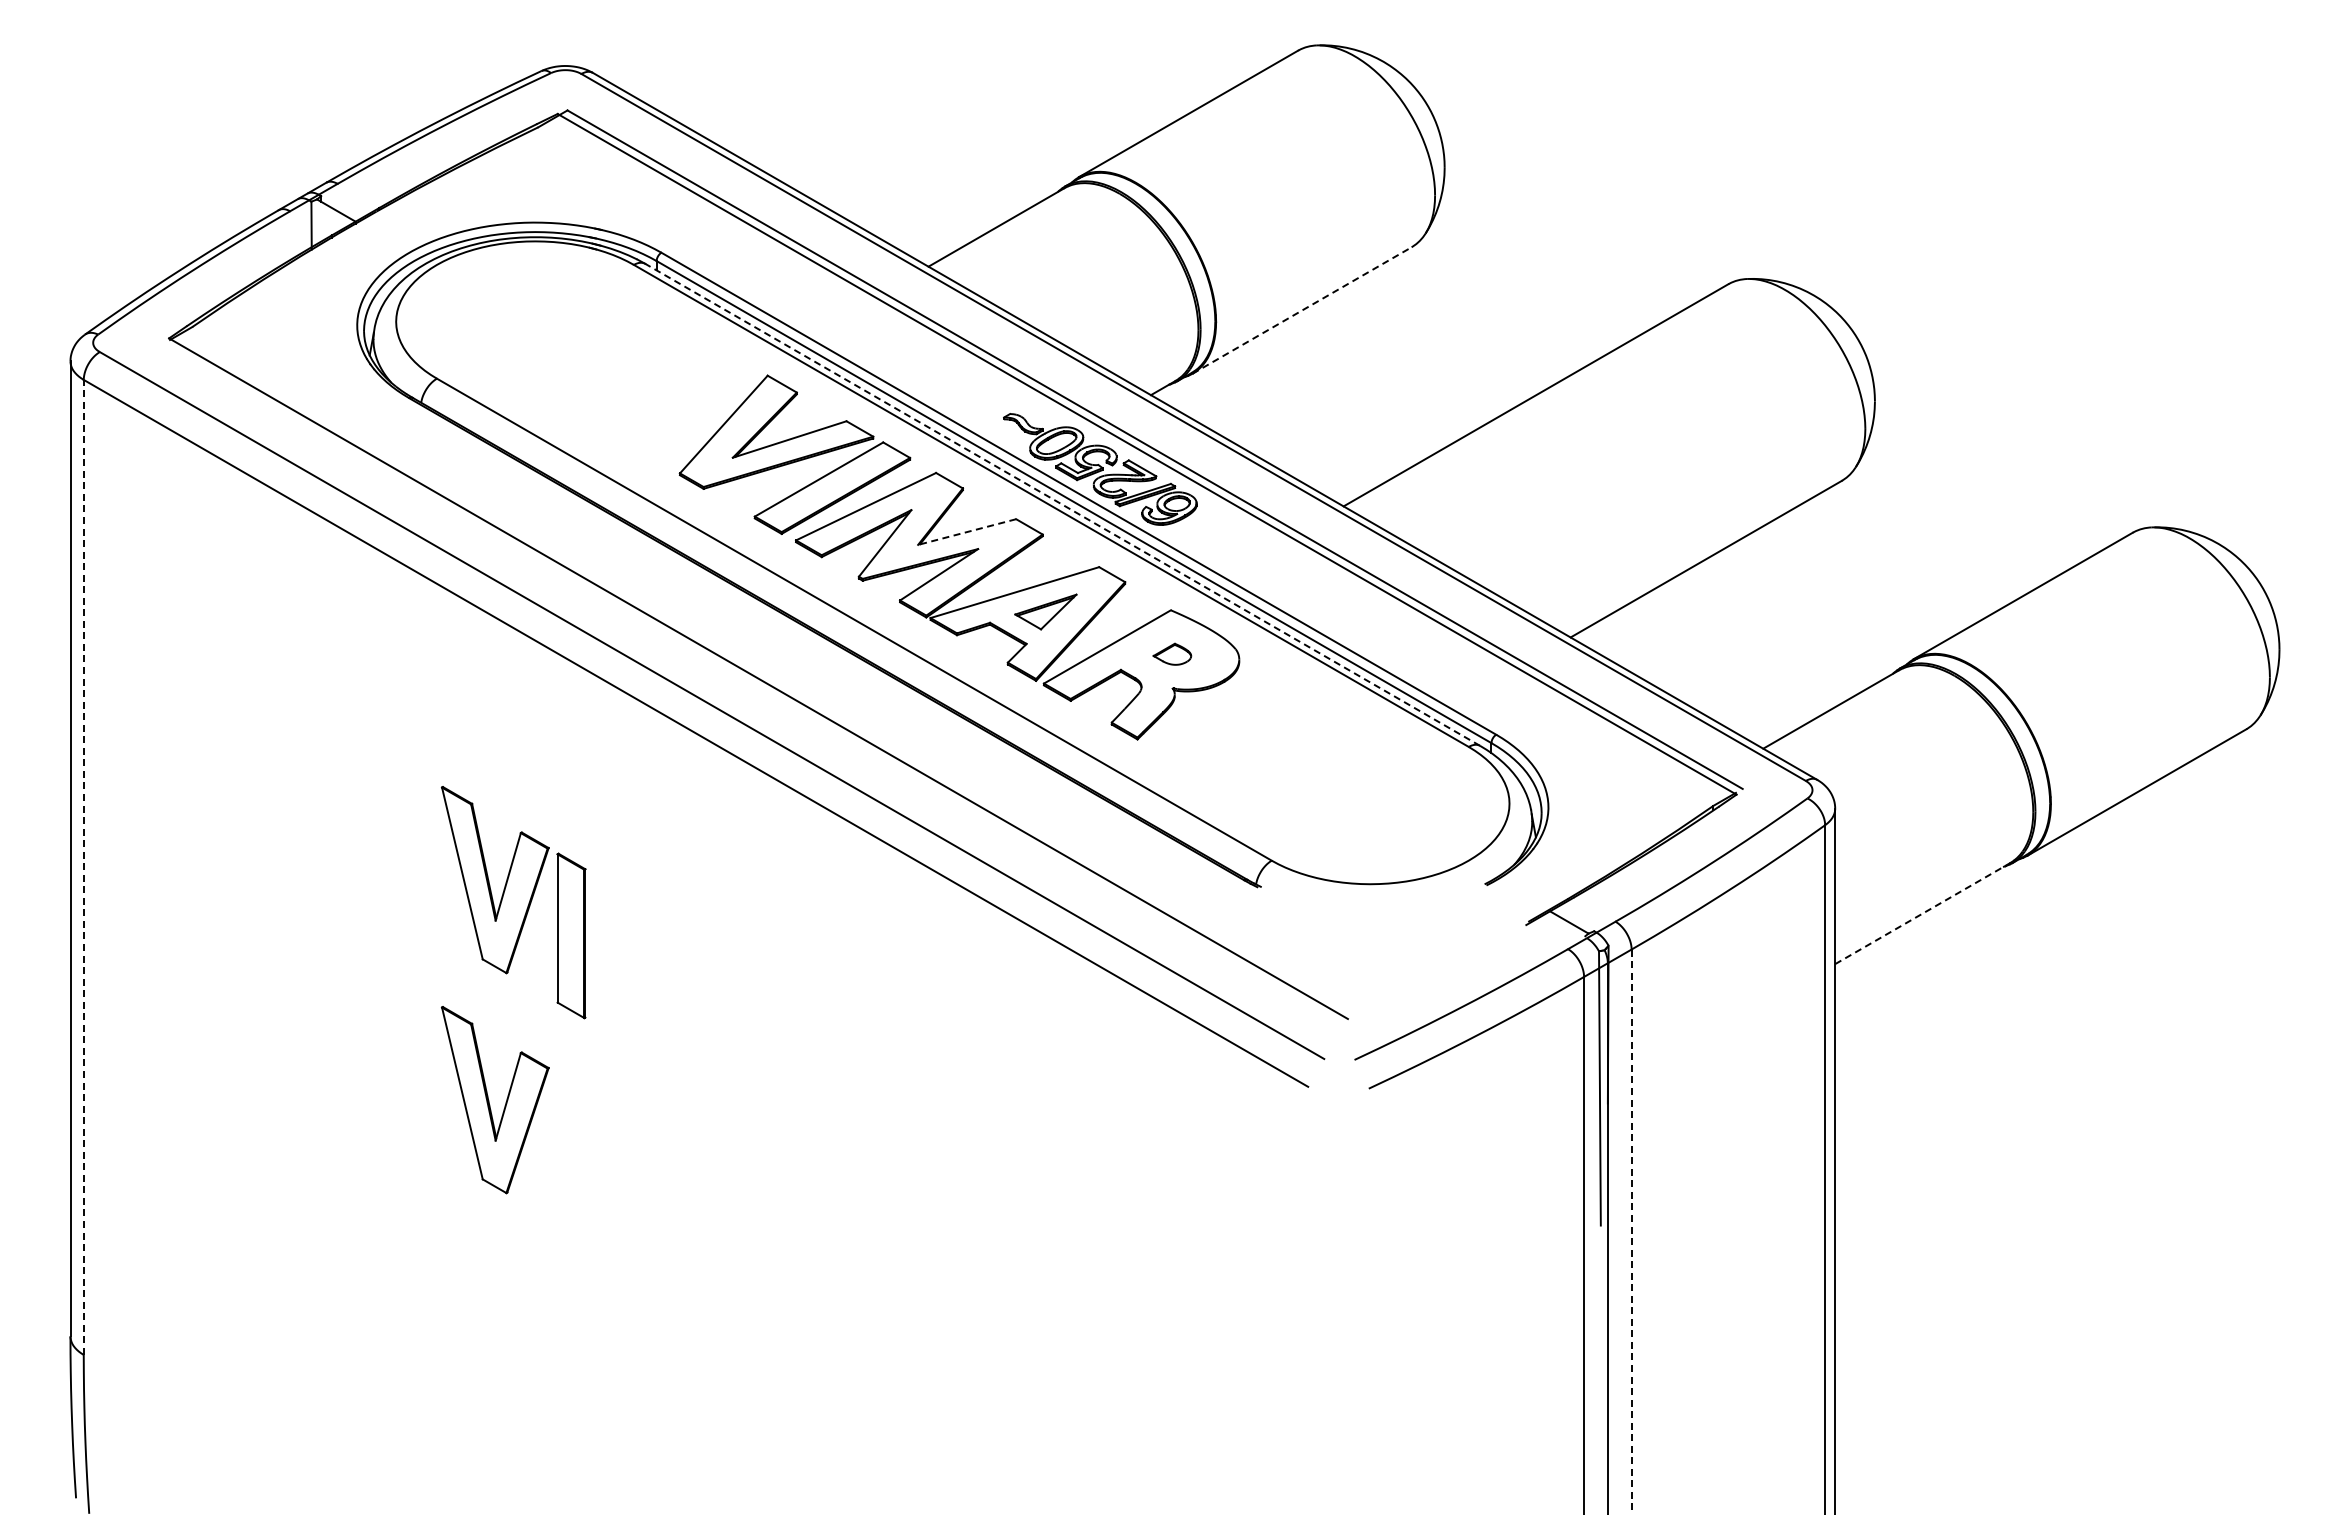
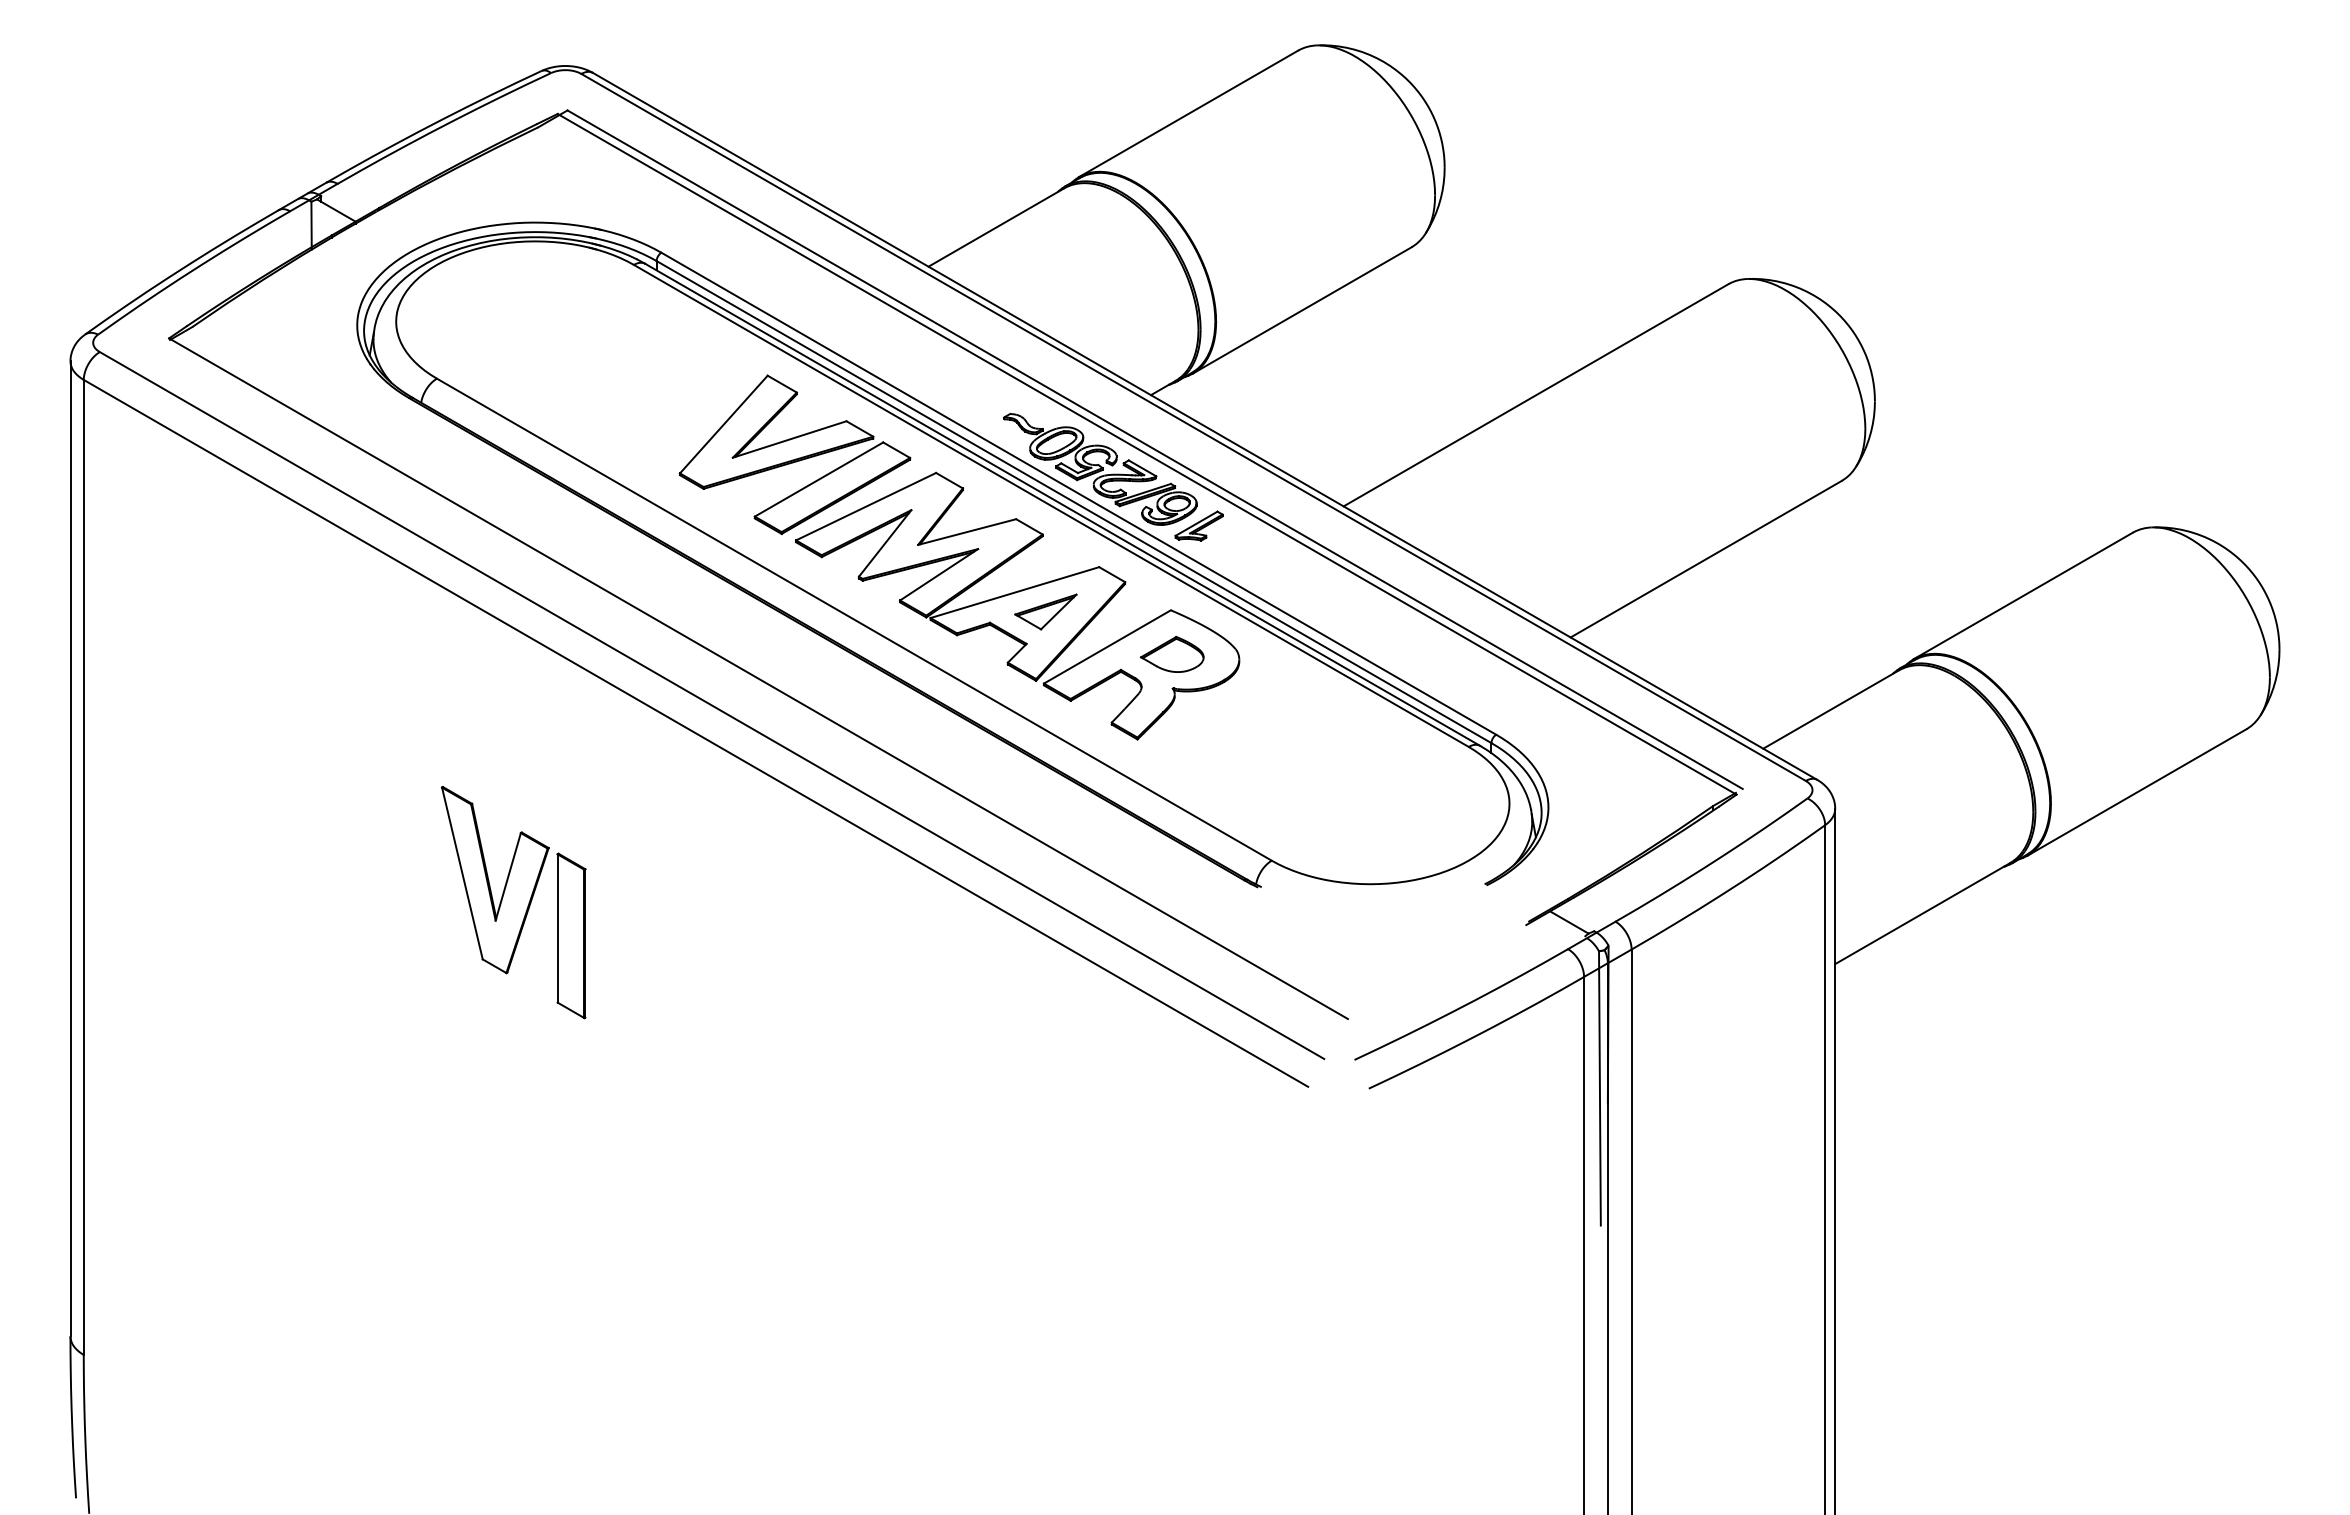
line at (1302, 310): dashed -> solid
line at (1062, 504): dashed -> solid
part at (1198, 525): none -> present
line at (967, 532): dashed -> solid
part at (1172, 653) size: 41x24 px -> 65x38 px
line at (83, 867): dashed -> solid
line at (1923, 913): dashed -> solid
part at (494, 1100): present -> none
line at (1631, 1232): dashed -> solid
